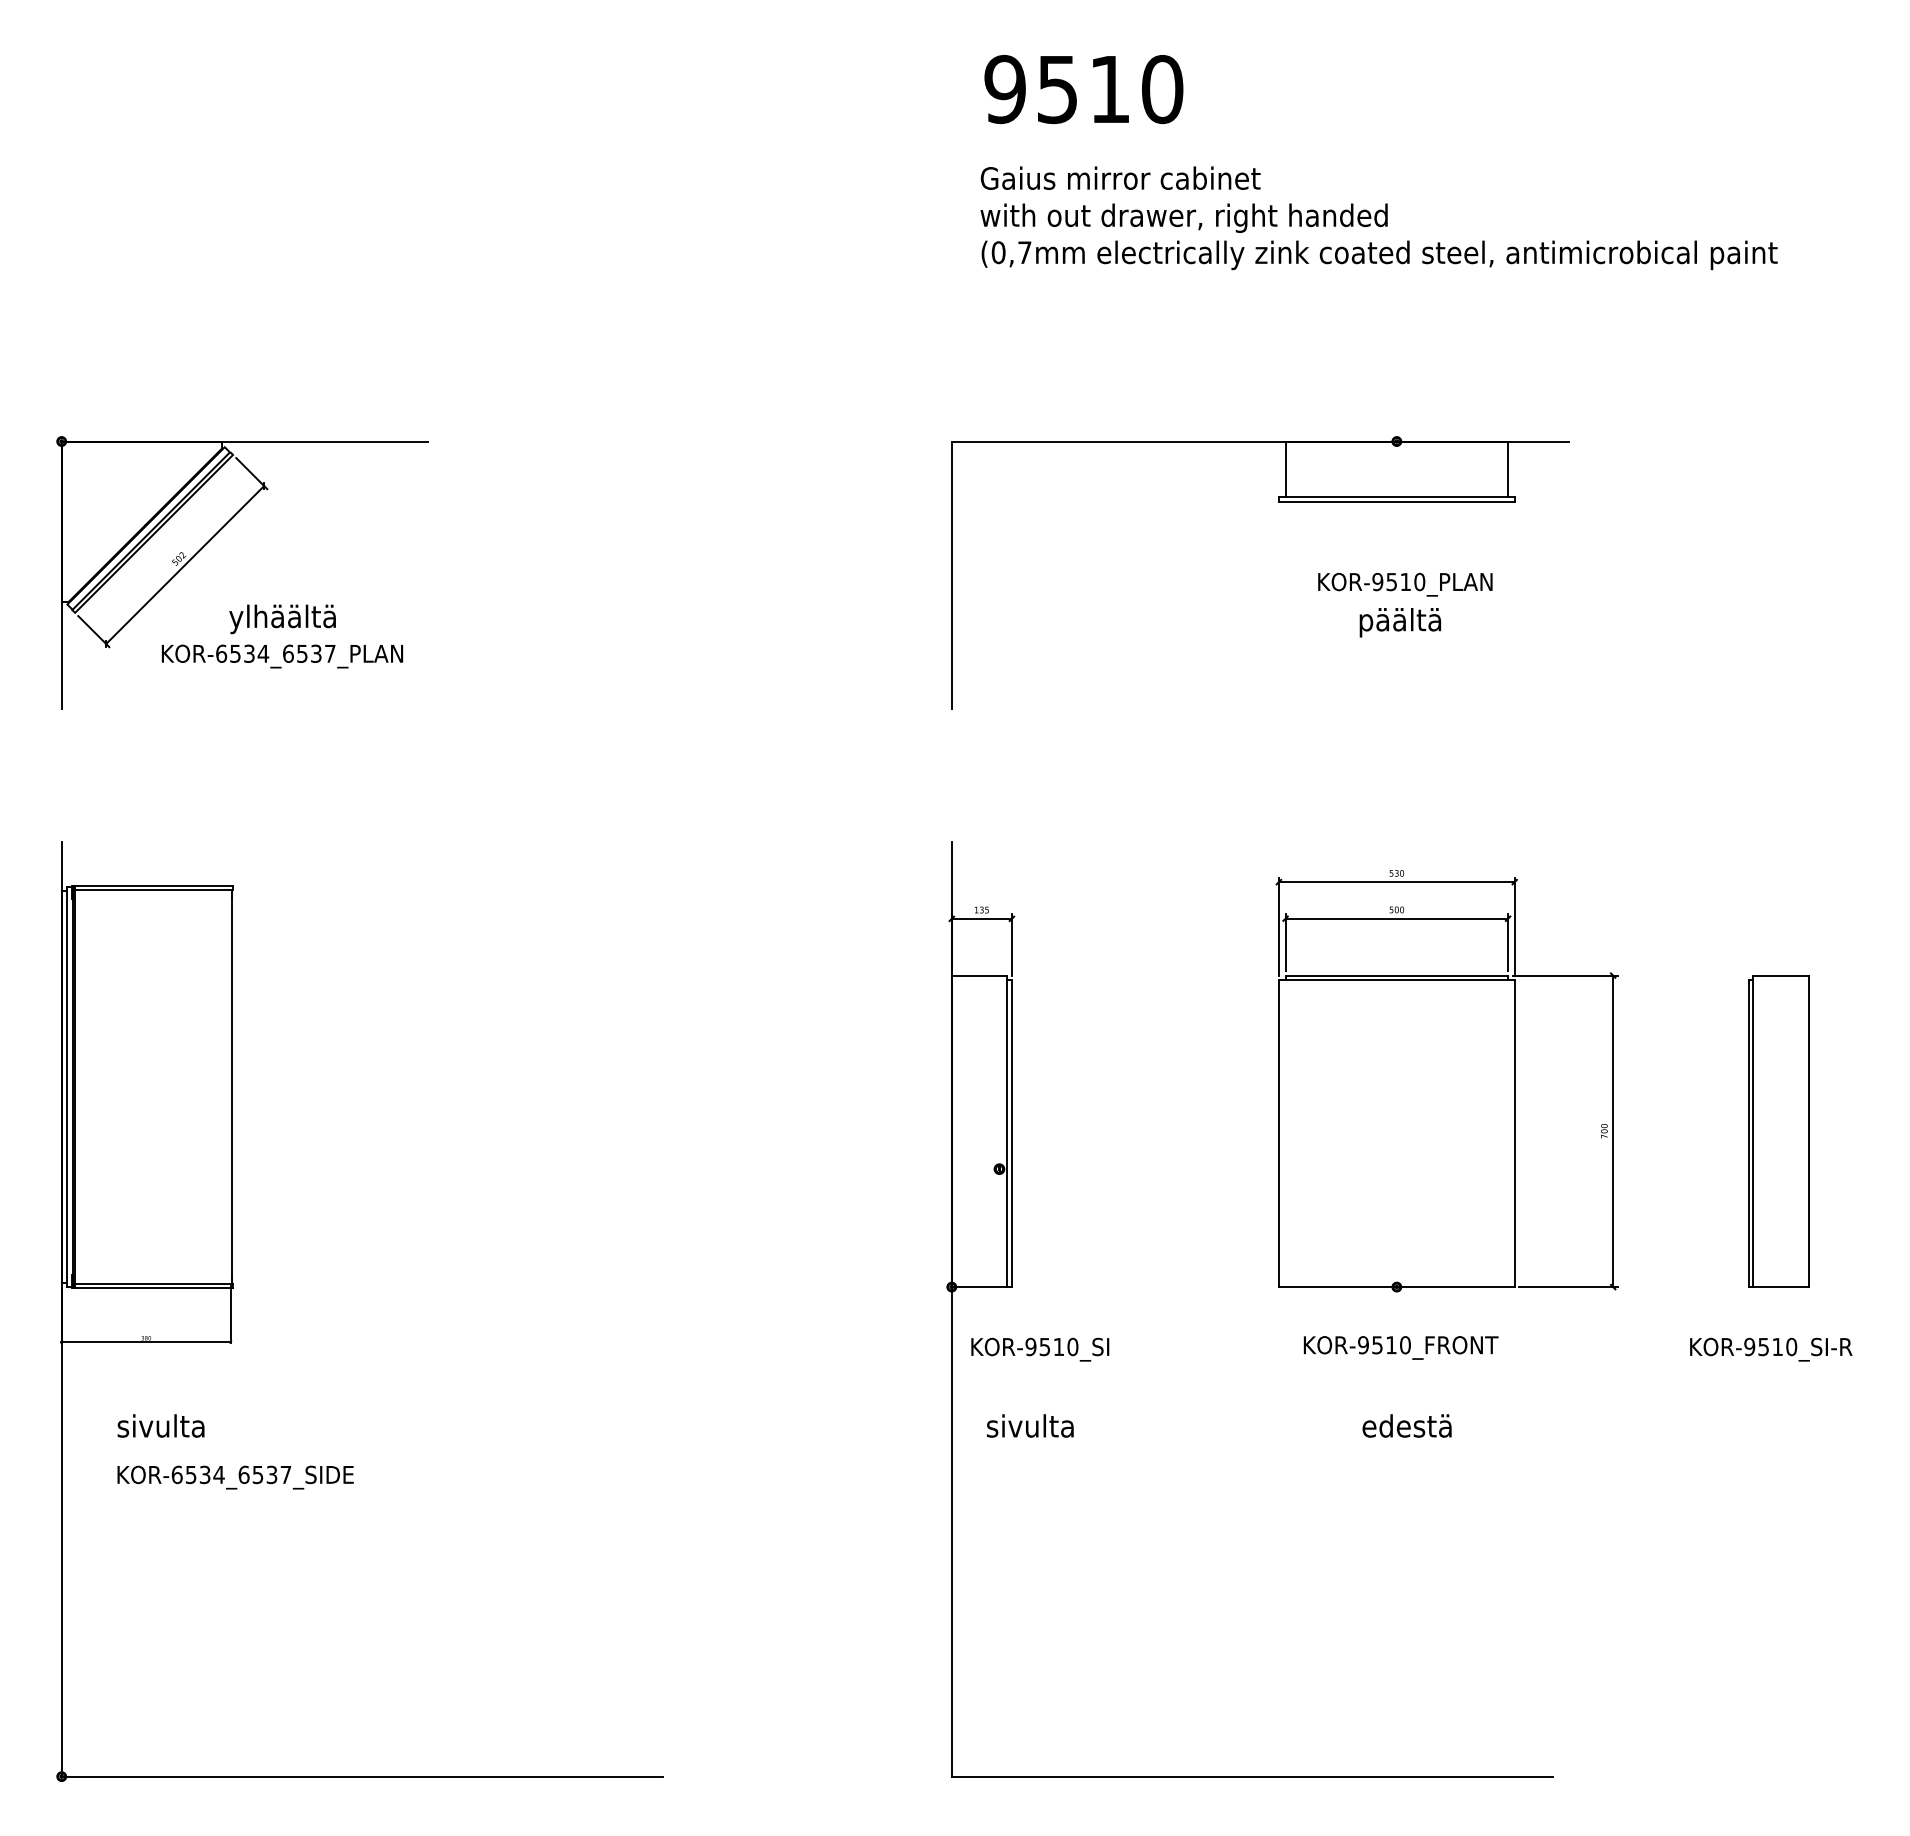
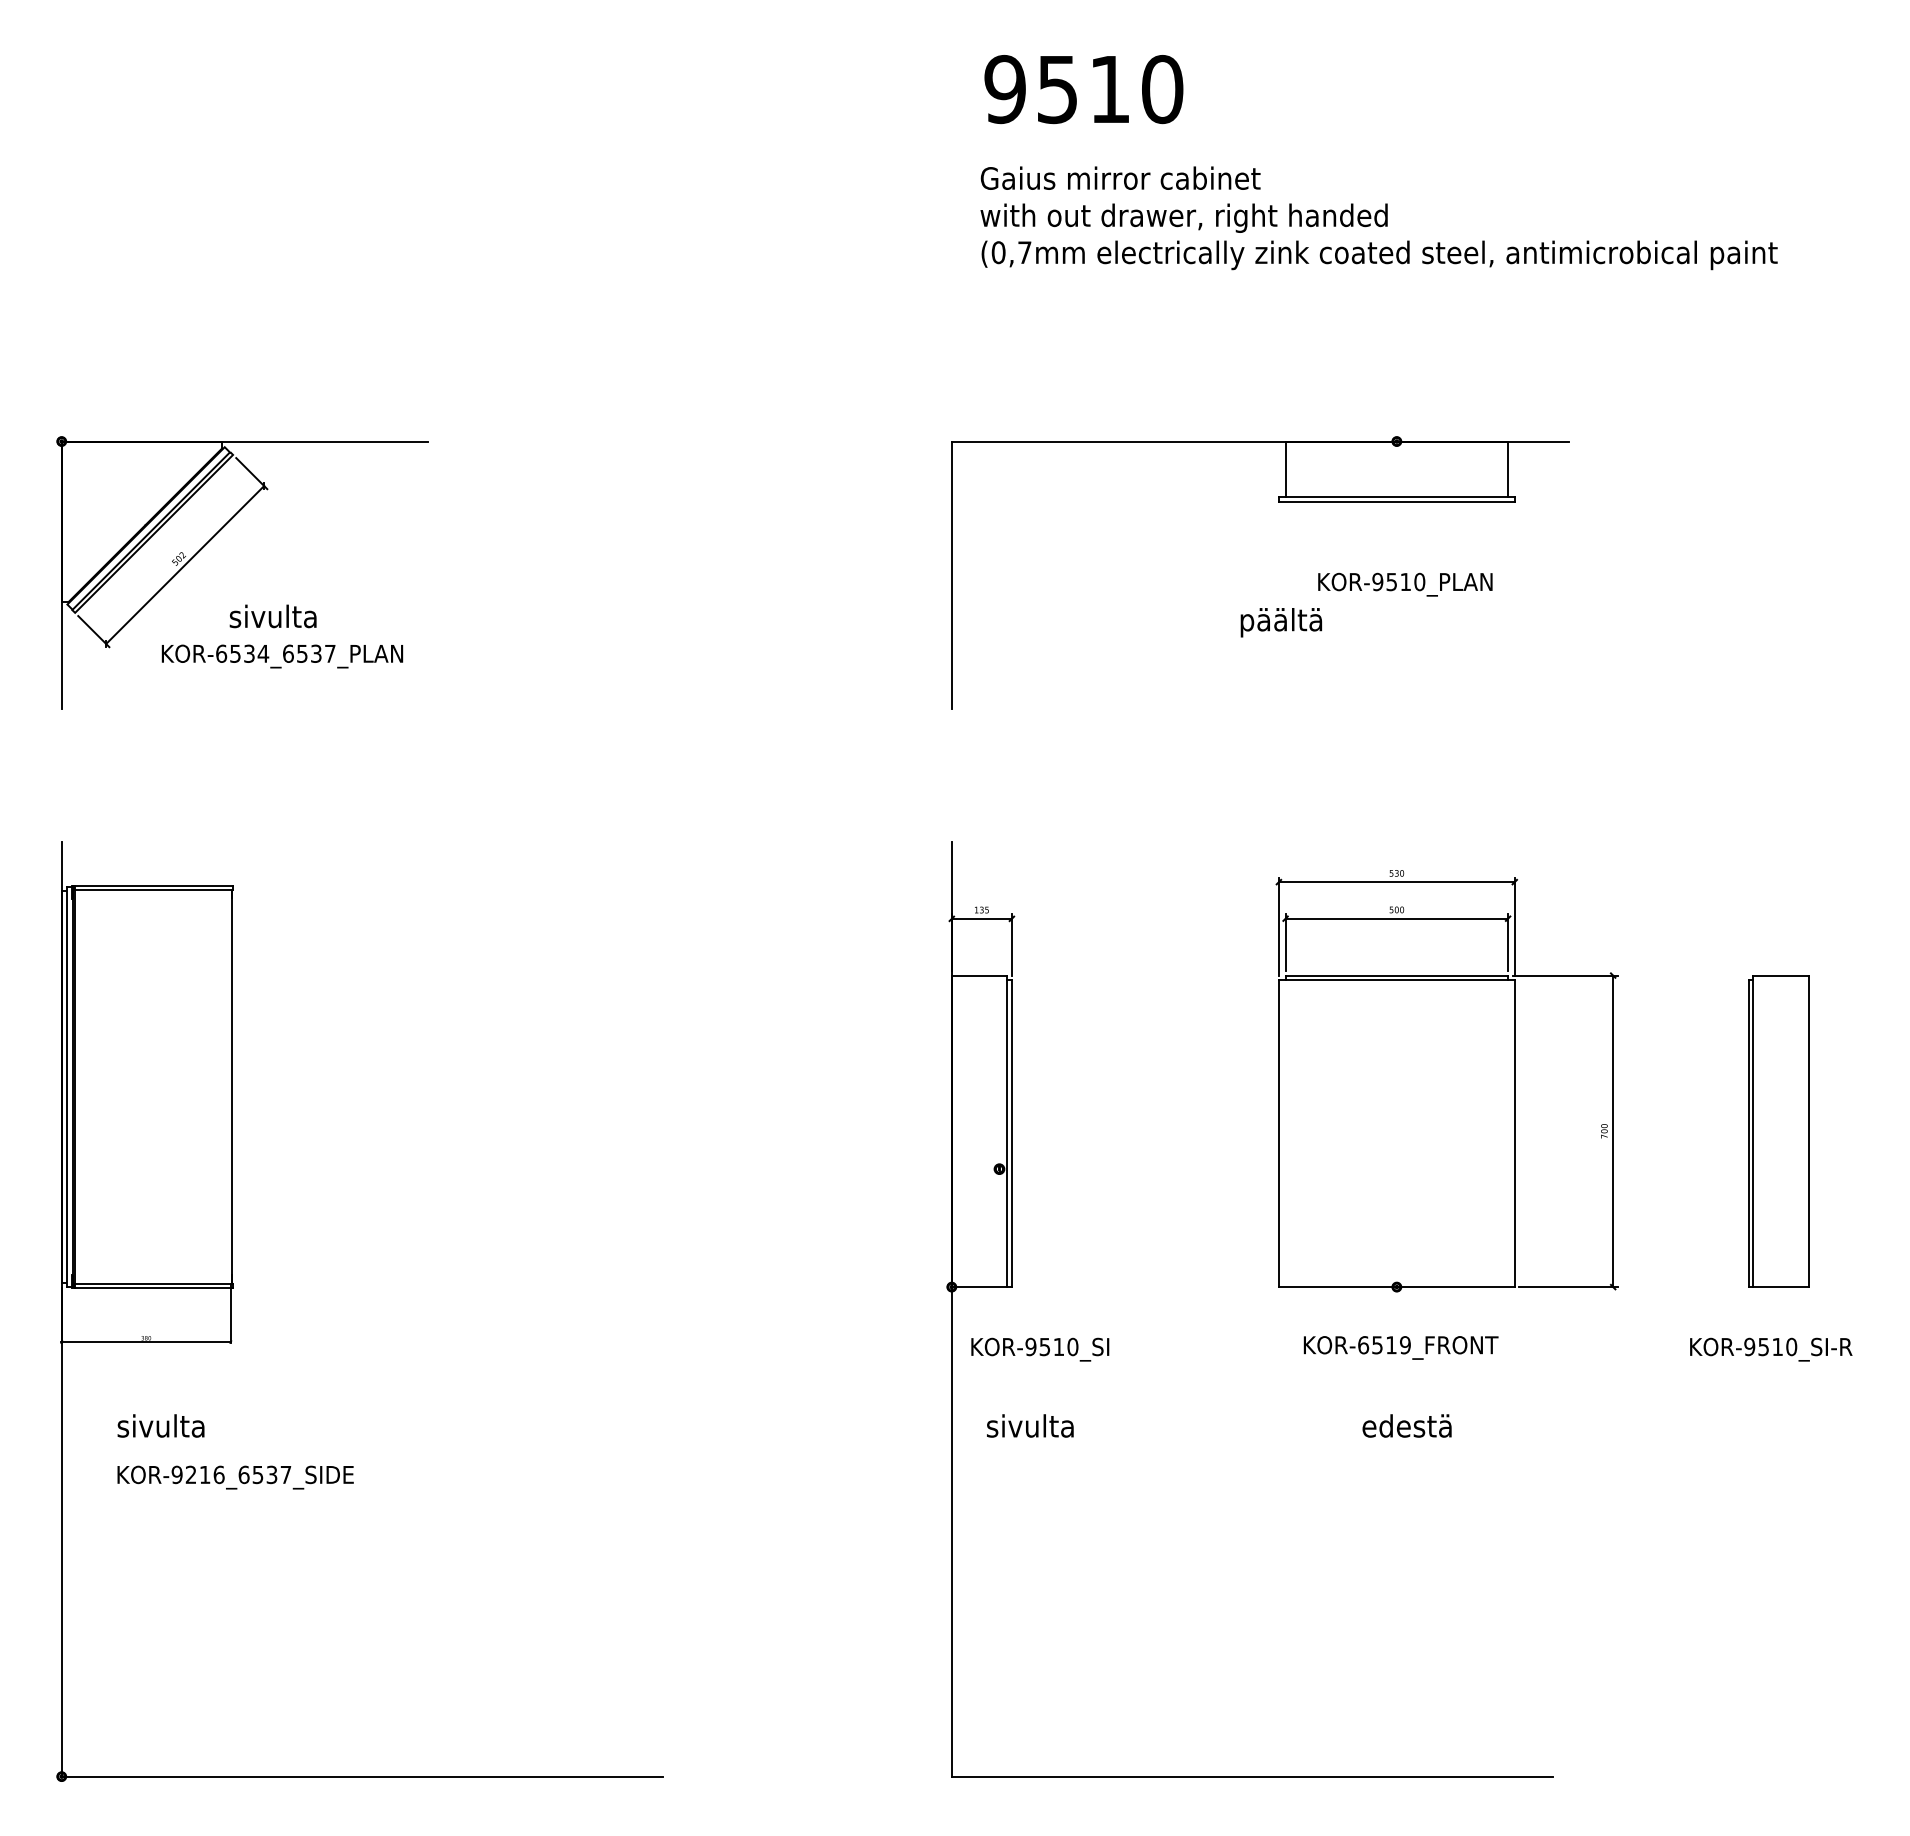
text at (282, 619): ylhäältä -> sivulta
text at (1399, 622) position: (1399, 622) -> (1280, 622)
text at (1384, 1345): KOR-9510_FRONT -> KOR-6519_FRONT
text at (197, 1474): KOR-6534_6537_SIDE -> KOR-9216_6537_SIDE
